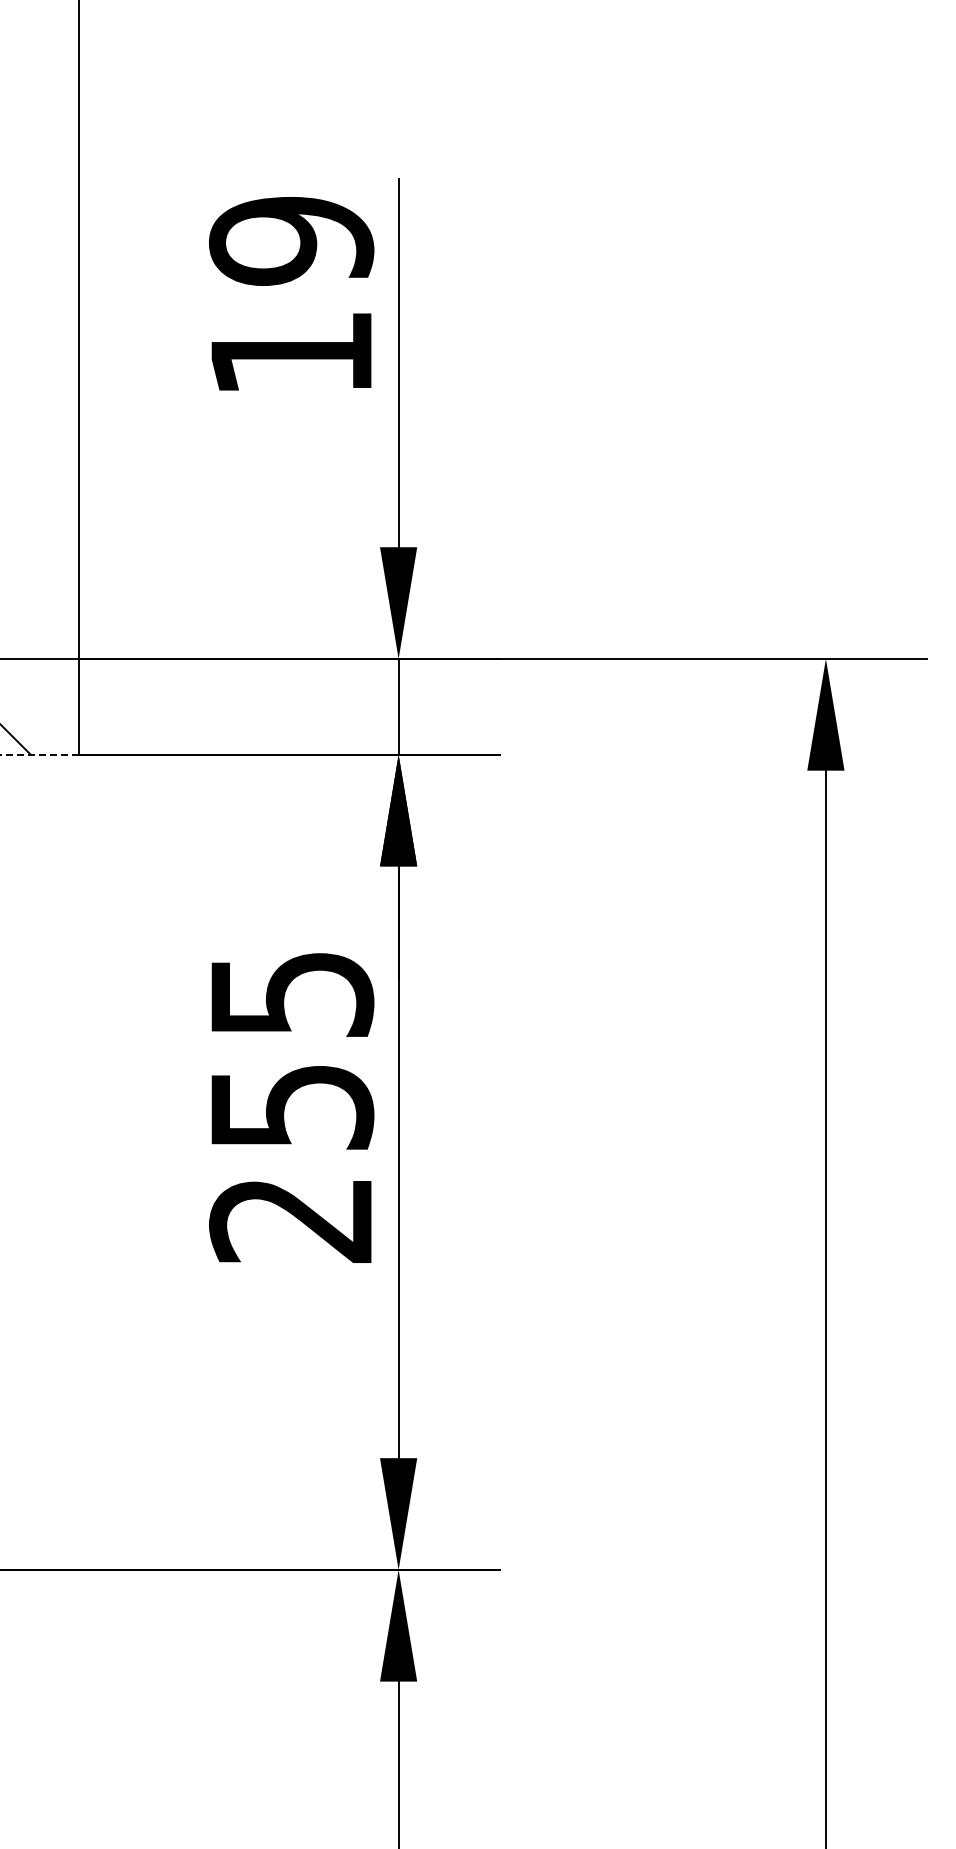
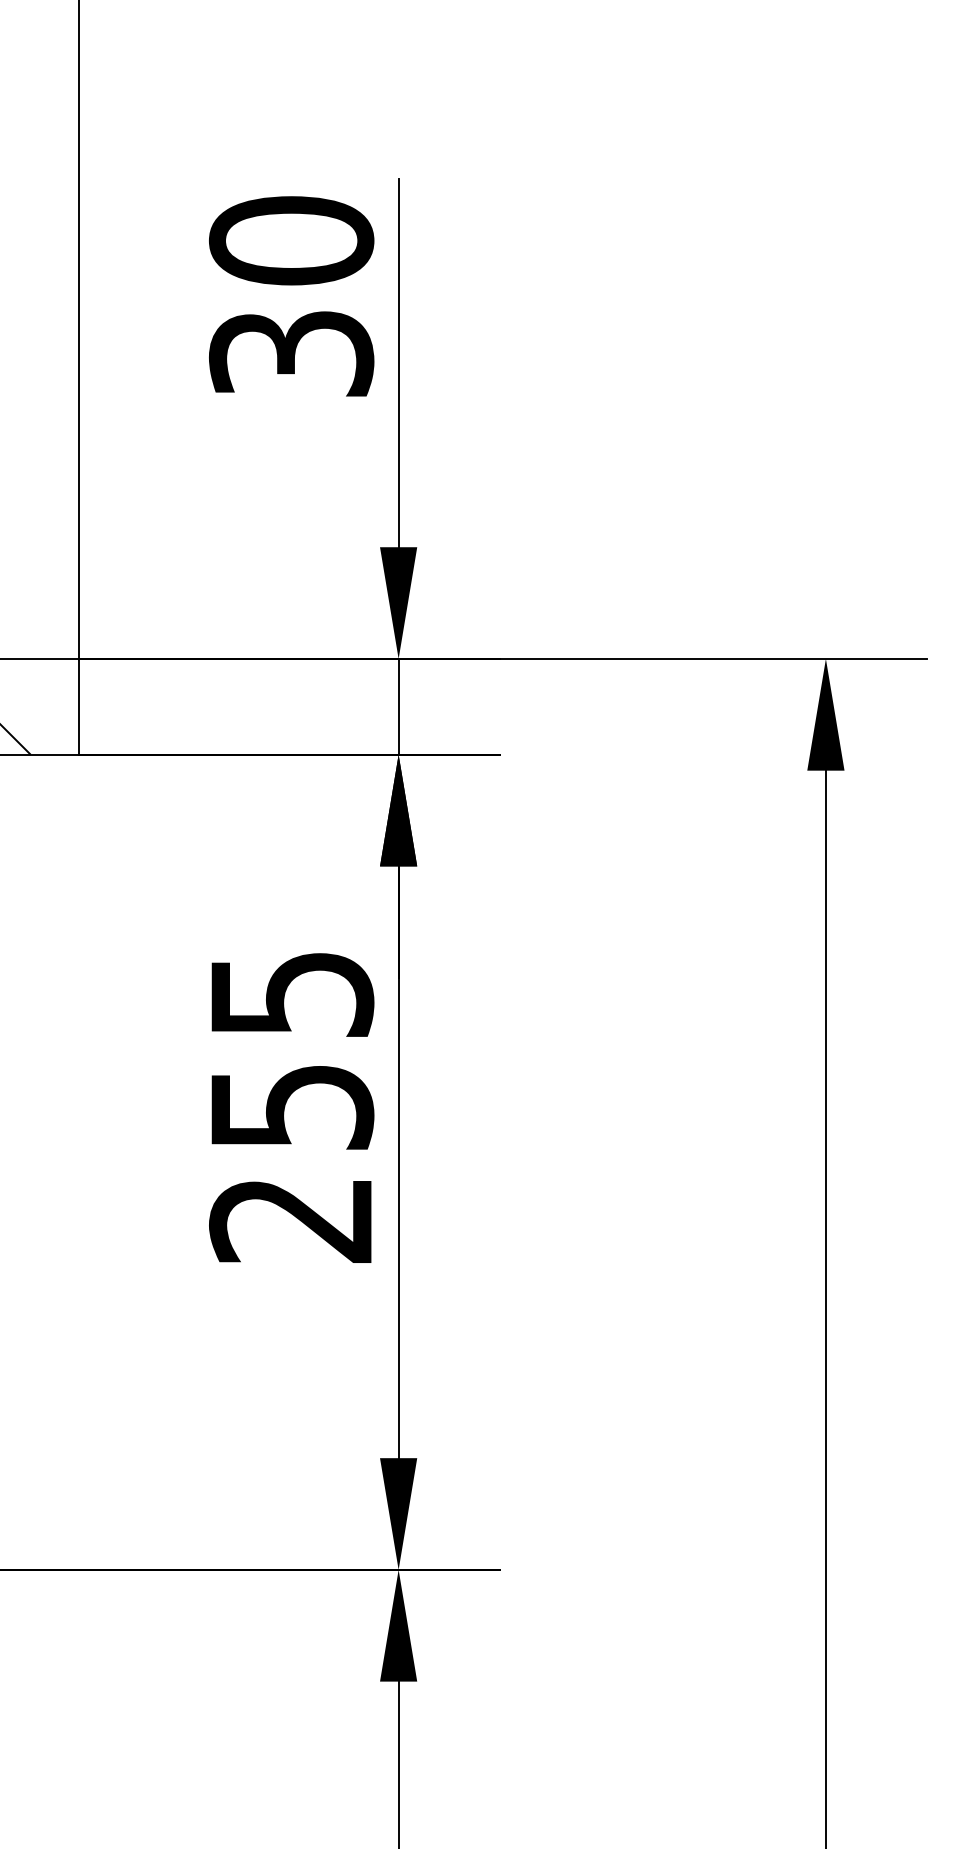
text at (291, 296): 19 -> 30
line at (40, 754): dashed -> solid
